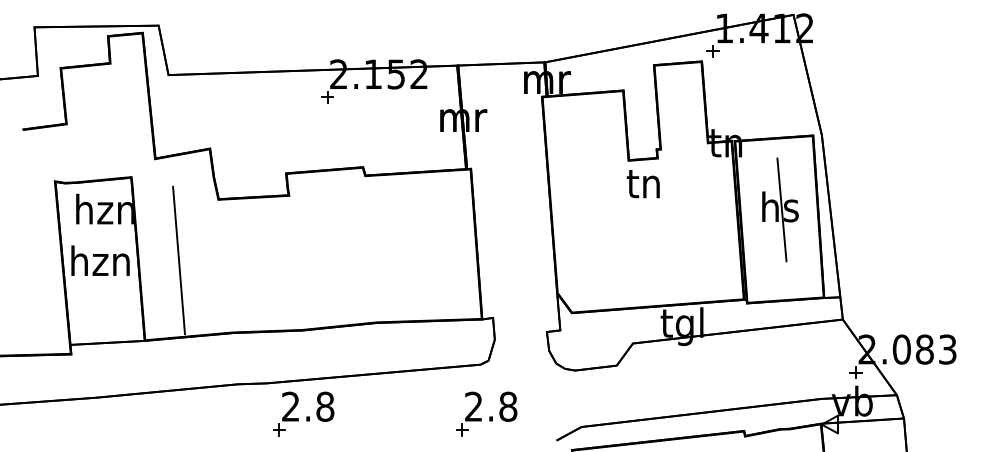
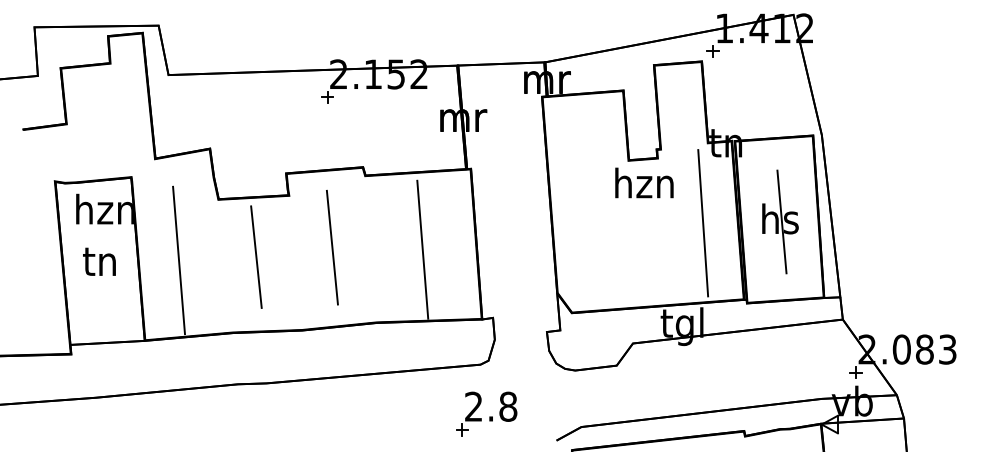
text at (644, 182): tn -> hzn
part at (780, 209) position: (780, 209) -> (780, 221)
line at (703, 223): none -> present
line at (331, 247): none -> present
line at (422, 249): none -> present
line at (256, 256): none -> present
text at (100, 260): hzn -> tn
part at (303, 413): present -> none
